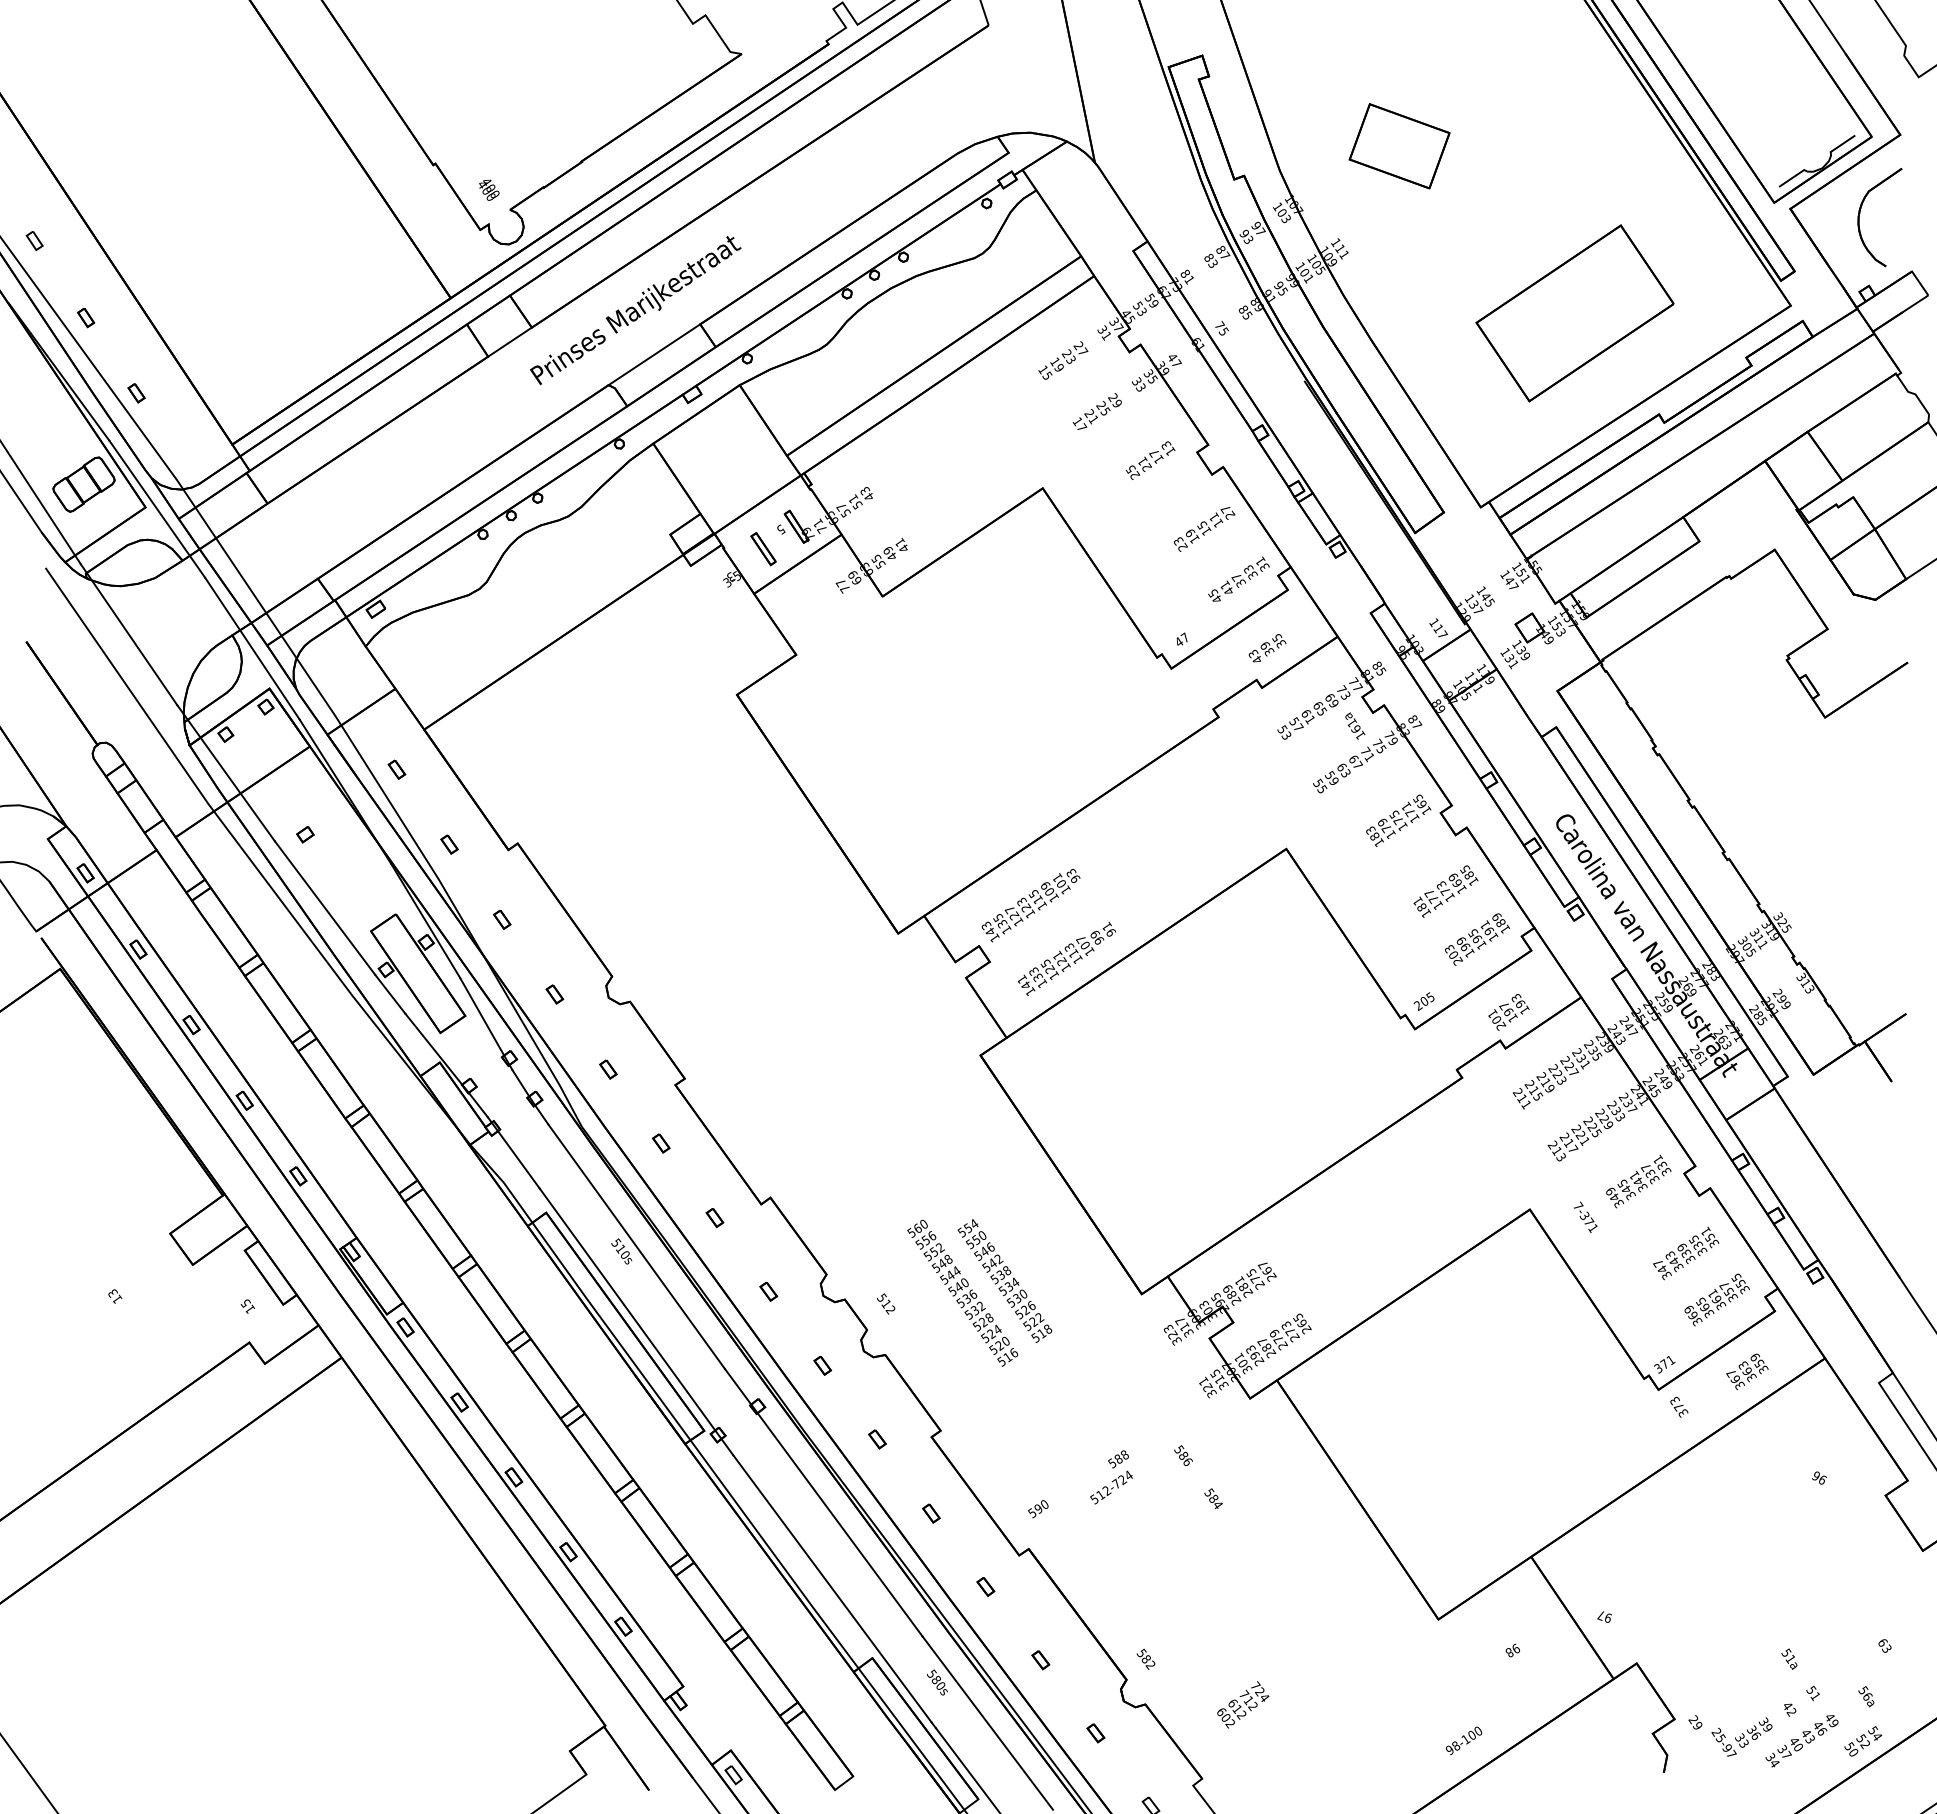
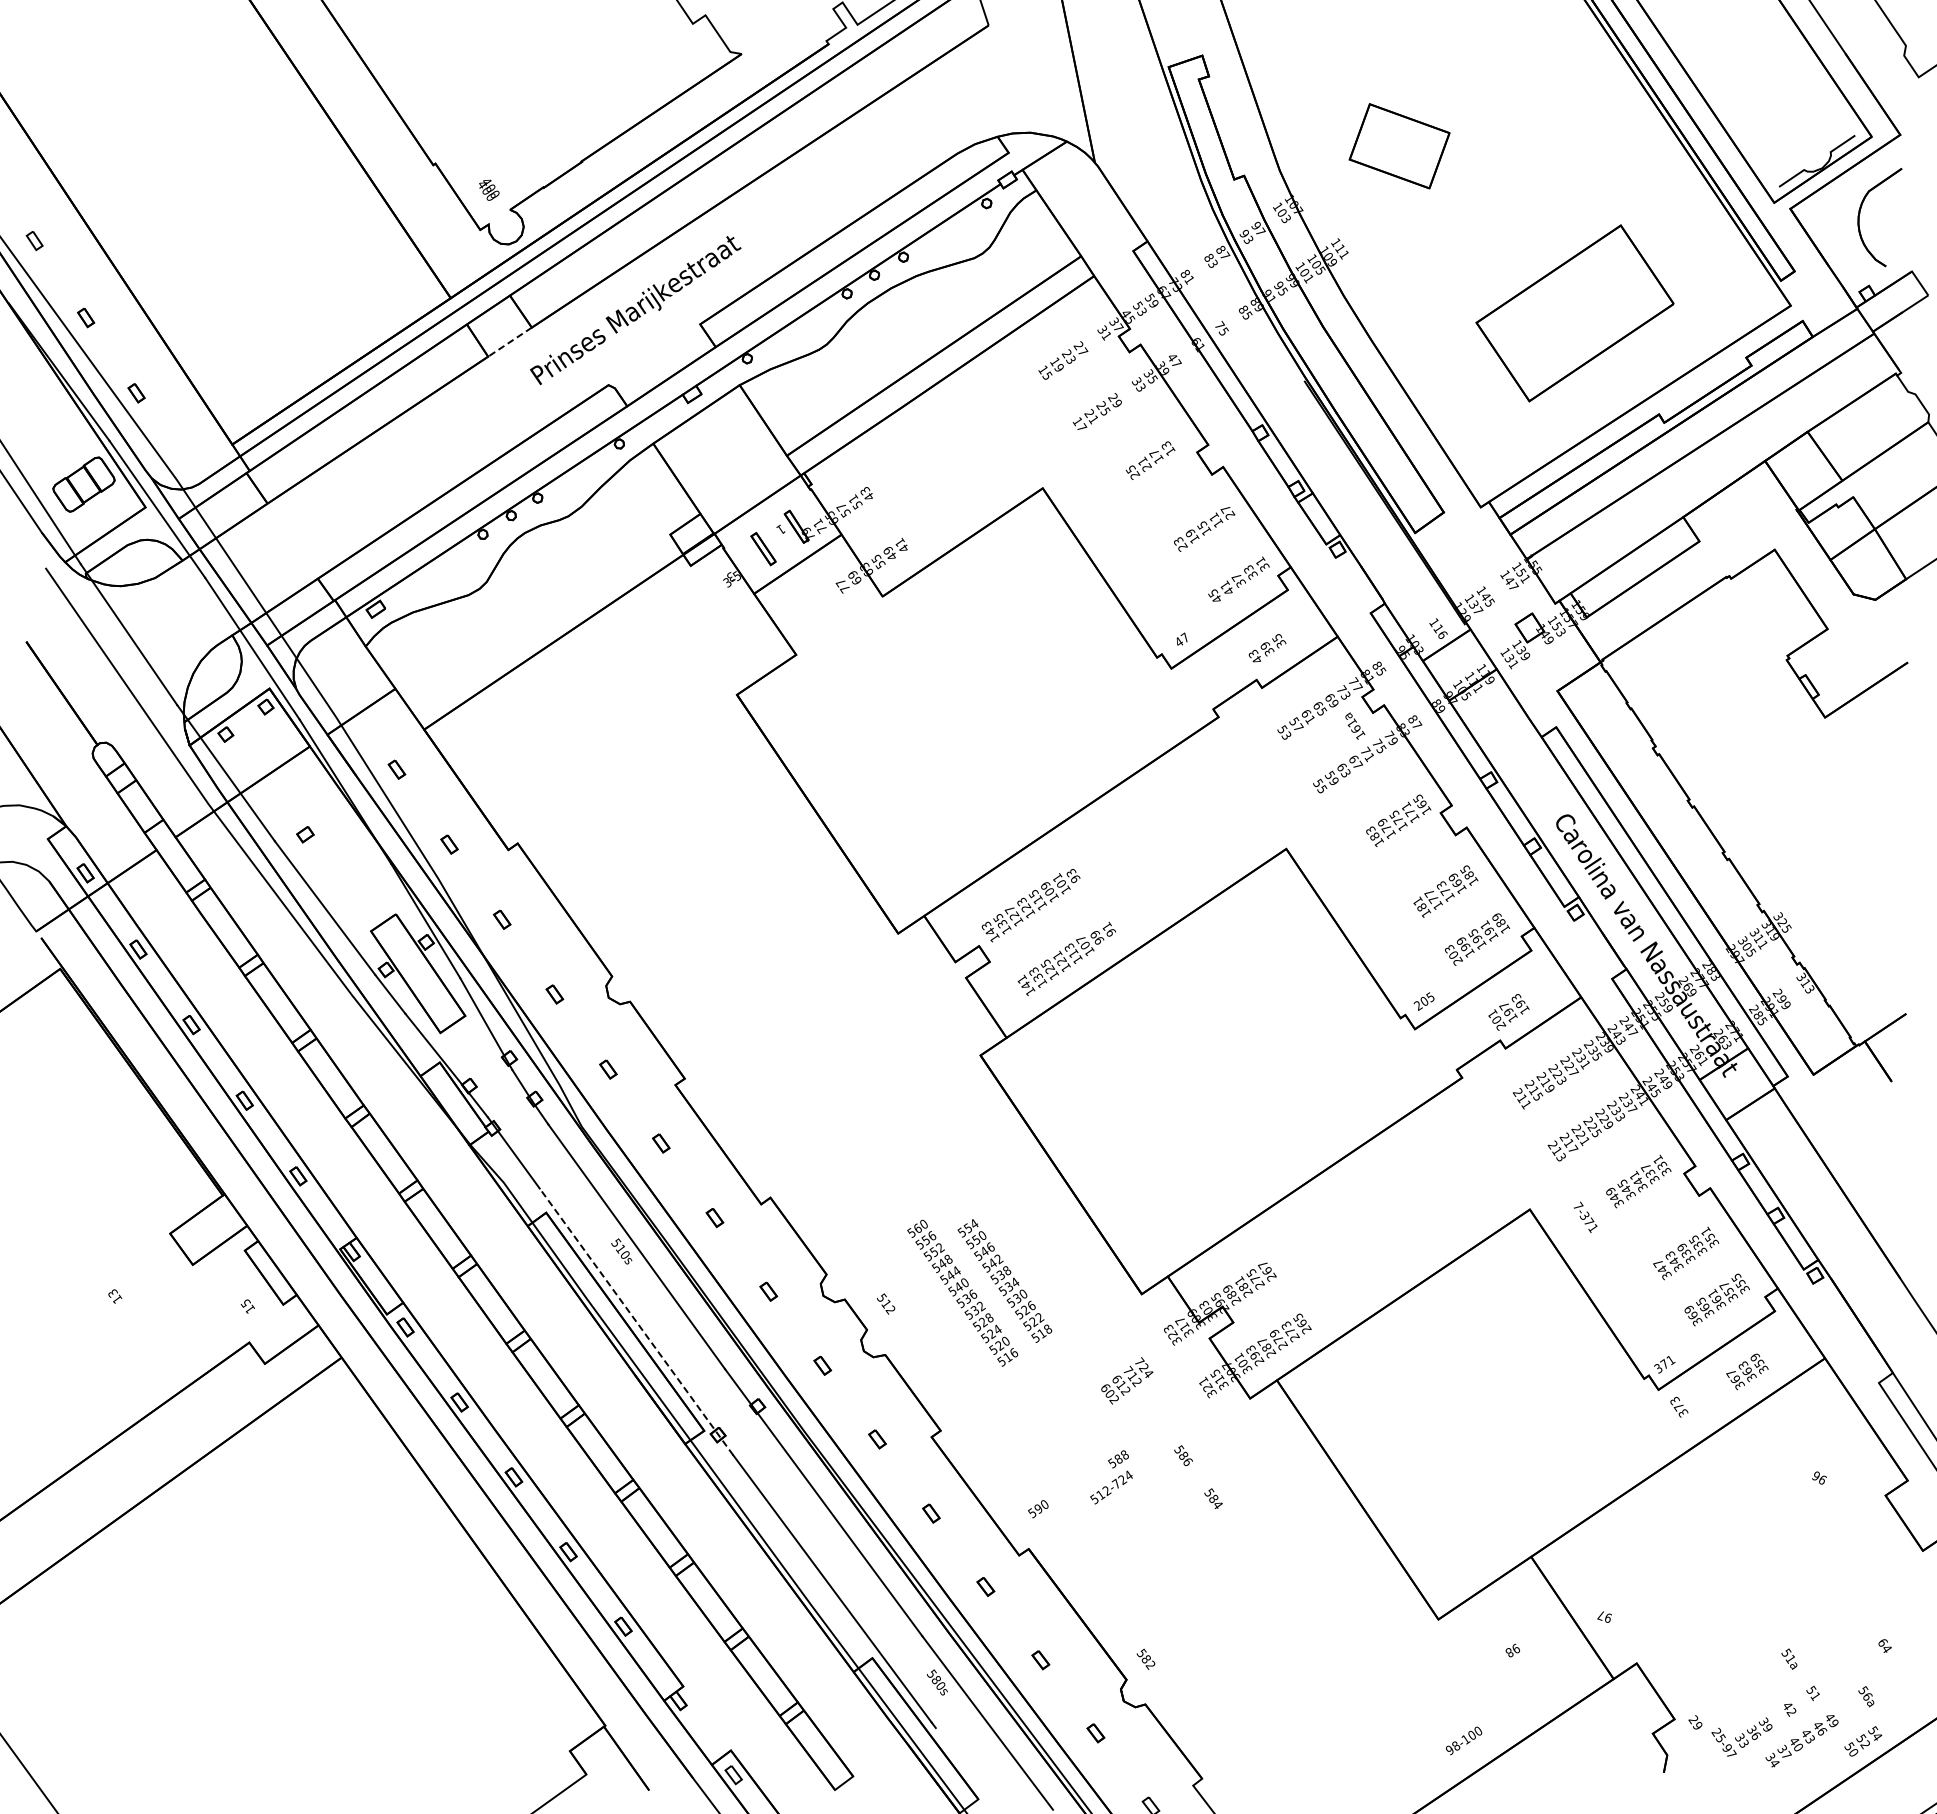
line at (509, 342): solid -> dashed
line at (654, 354): present -> none
text at (780, 529): 5 -> 1
text at (1442, 634): 117 -> 116
line at (636, 1321): solid -> dashed
text at (1886, 1648): 63 -> 64
text at (1243, 1704) position: (1243, 1704) -> (1127, 1380)
line at (966, 1769): present -> none
